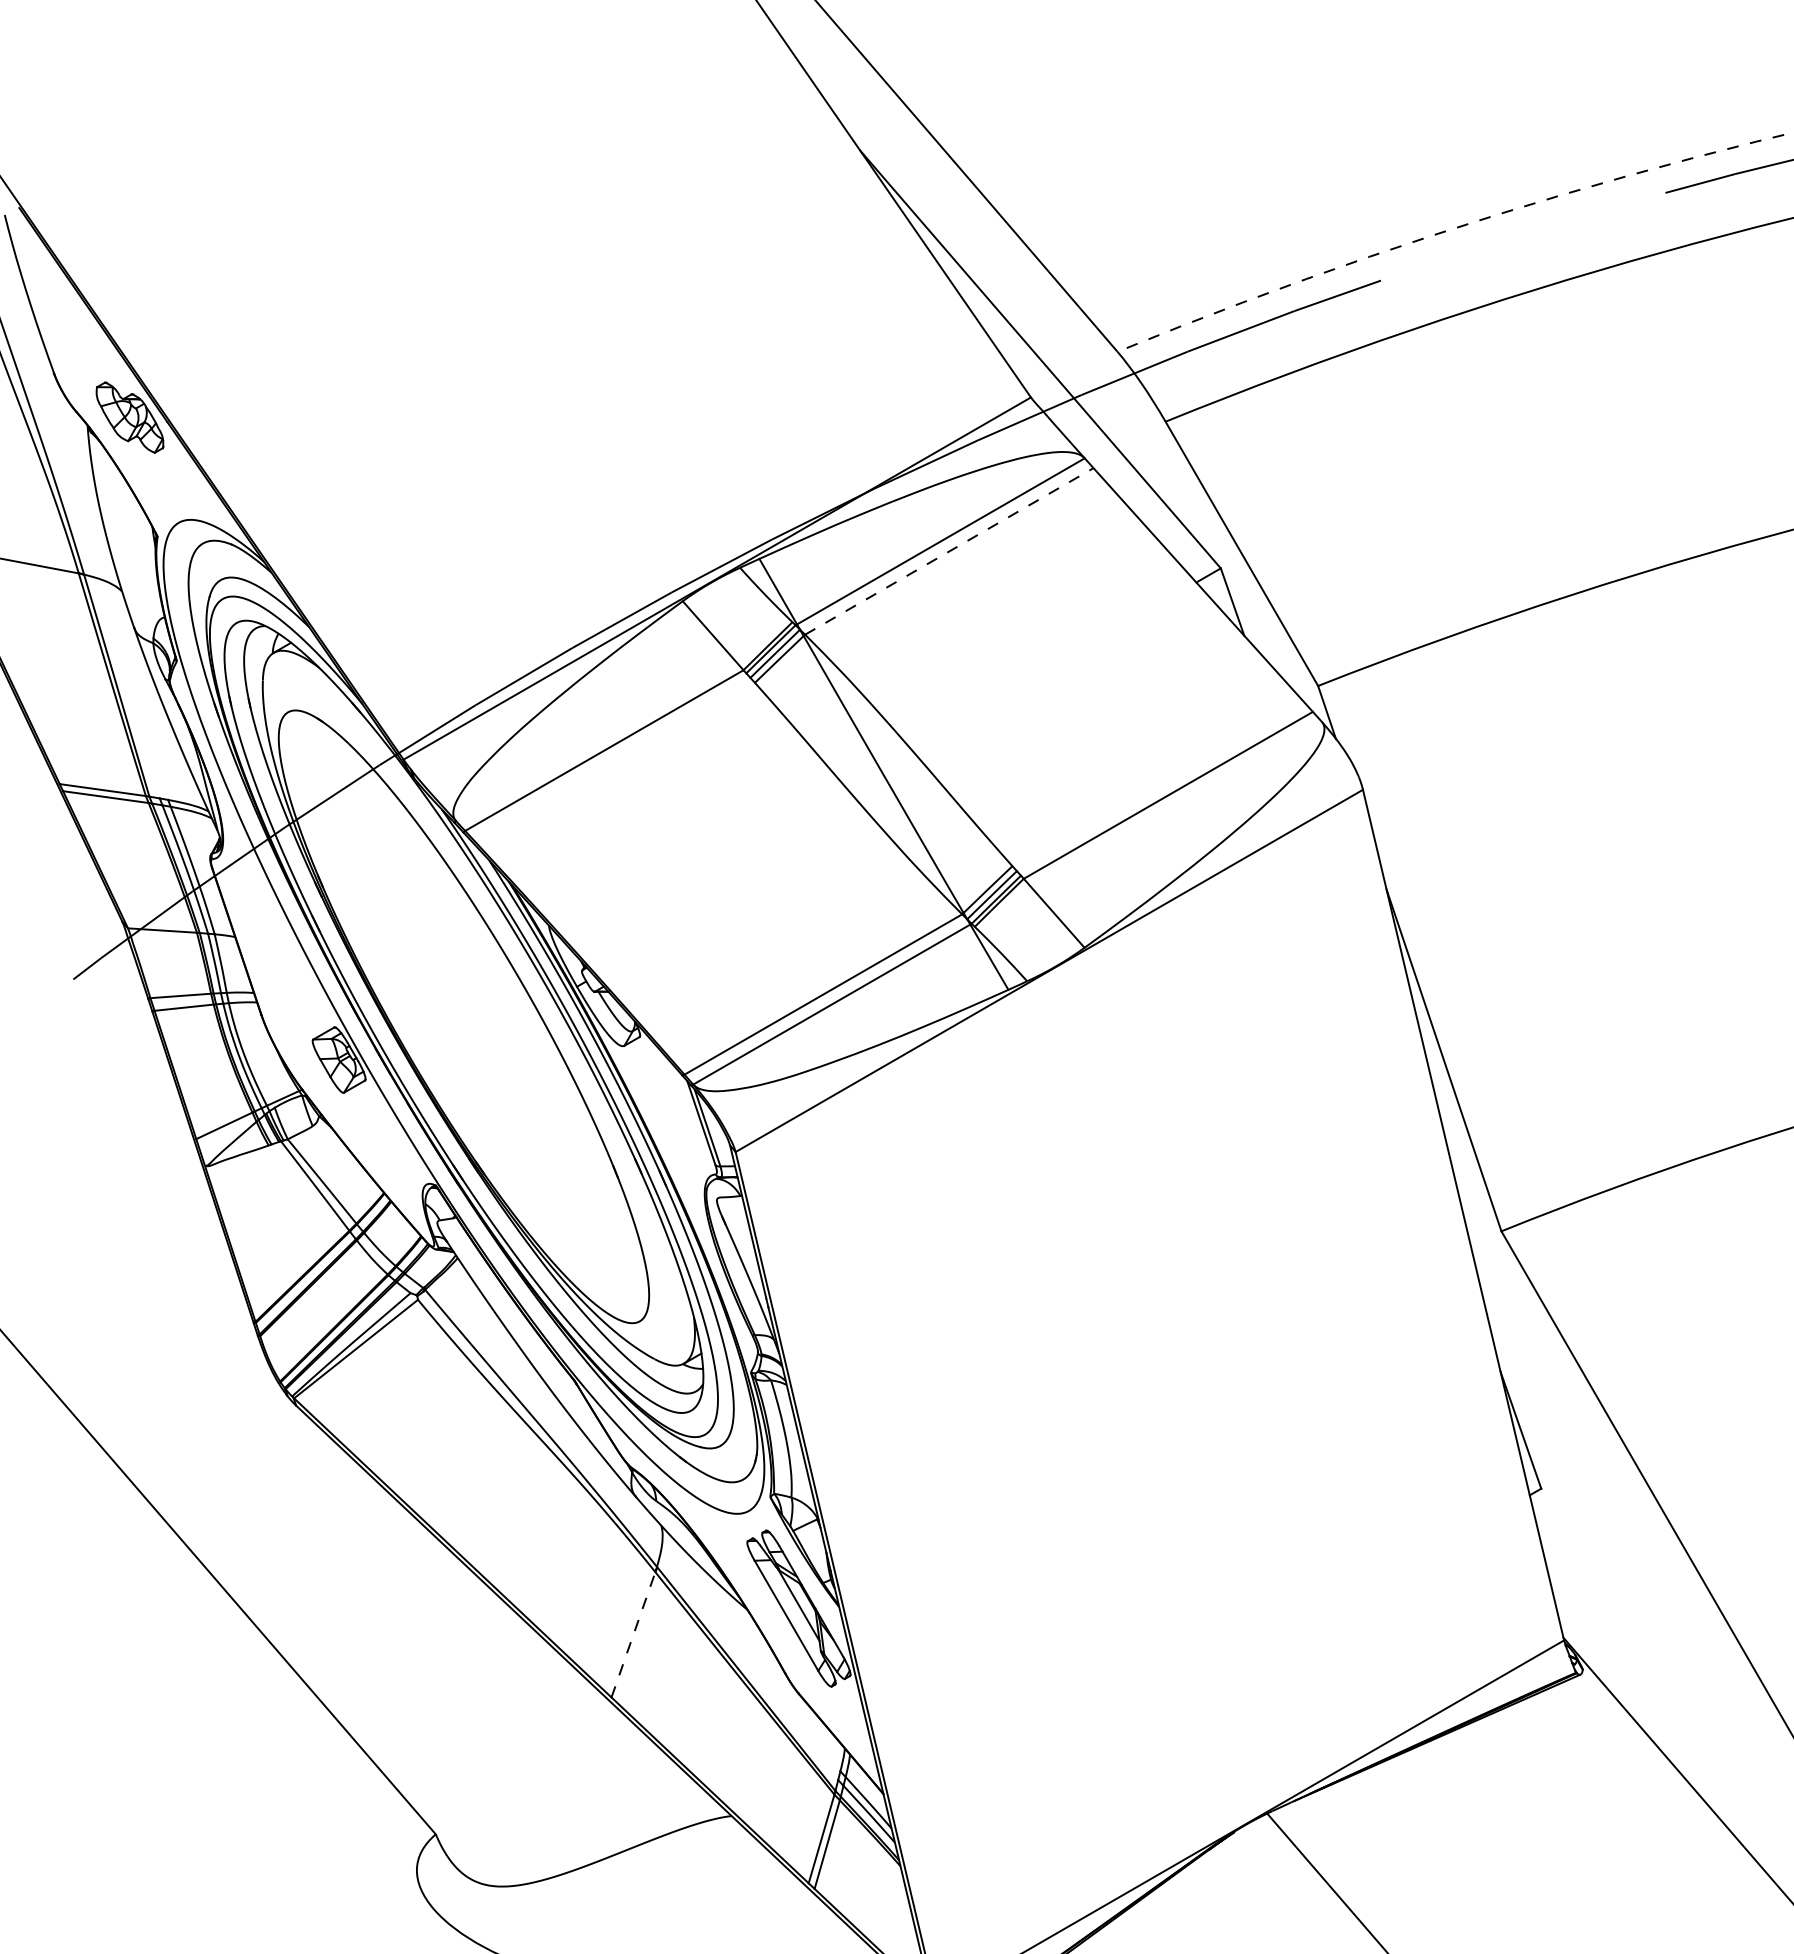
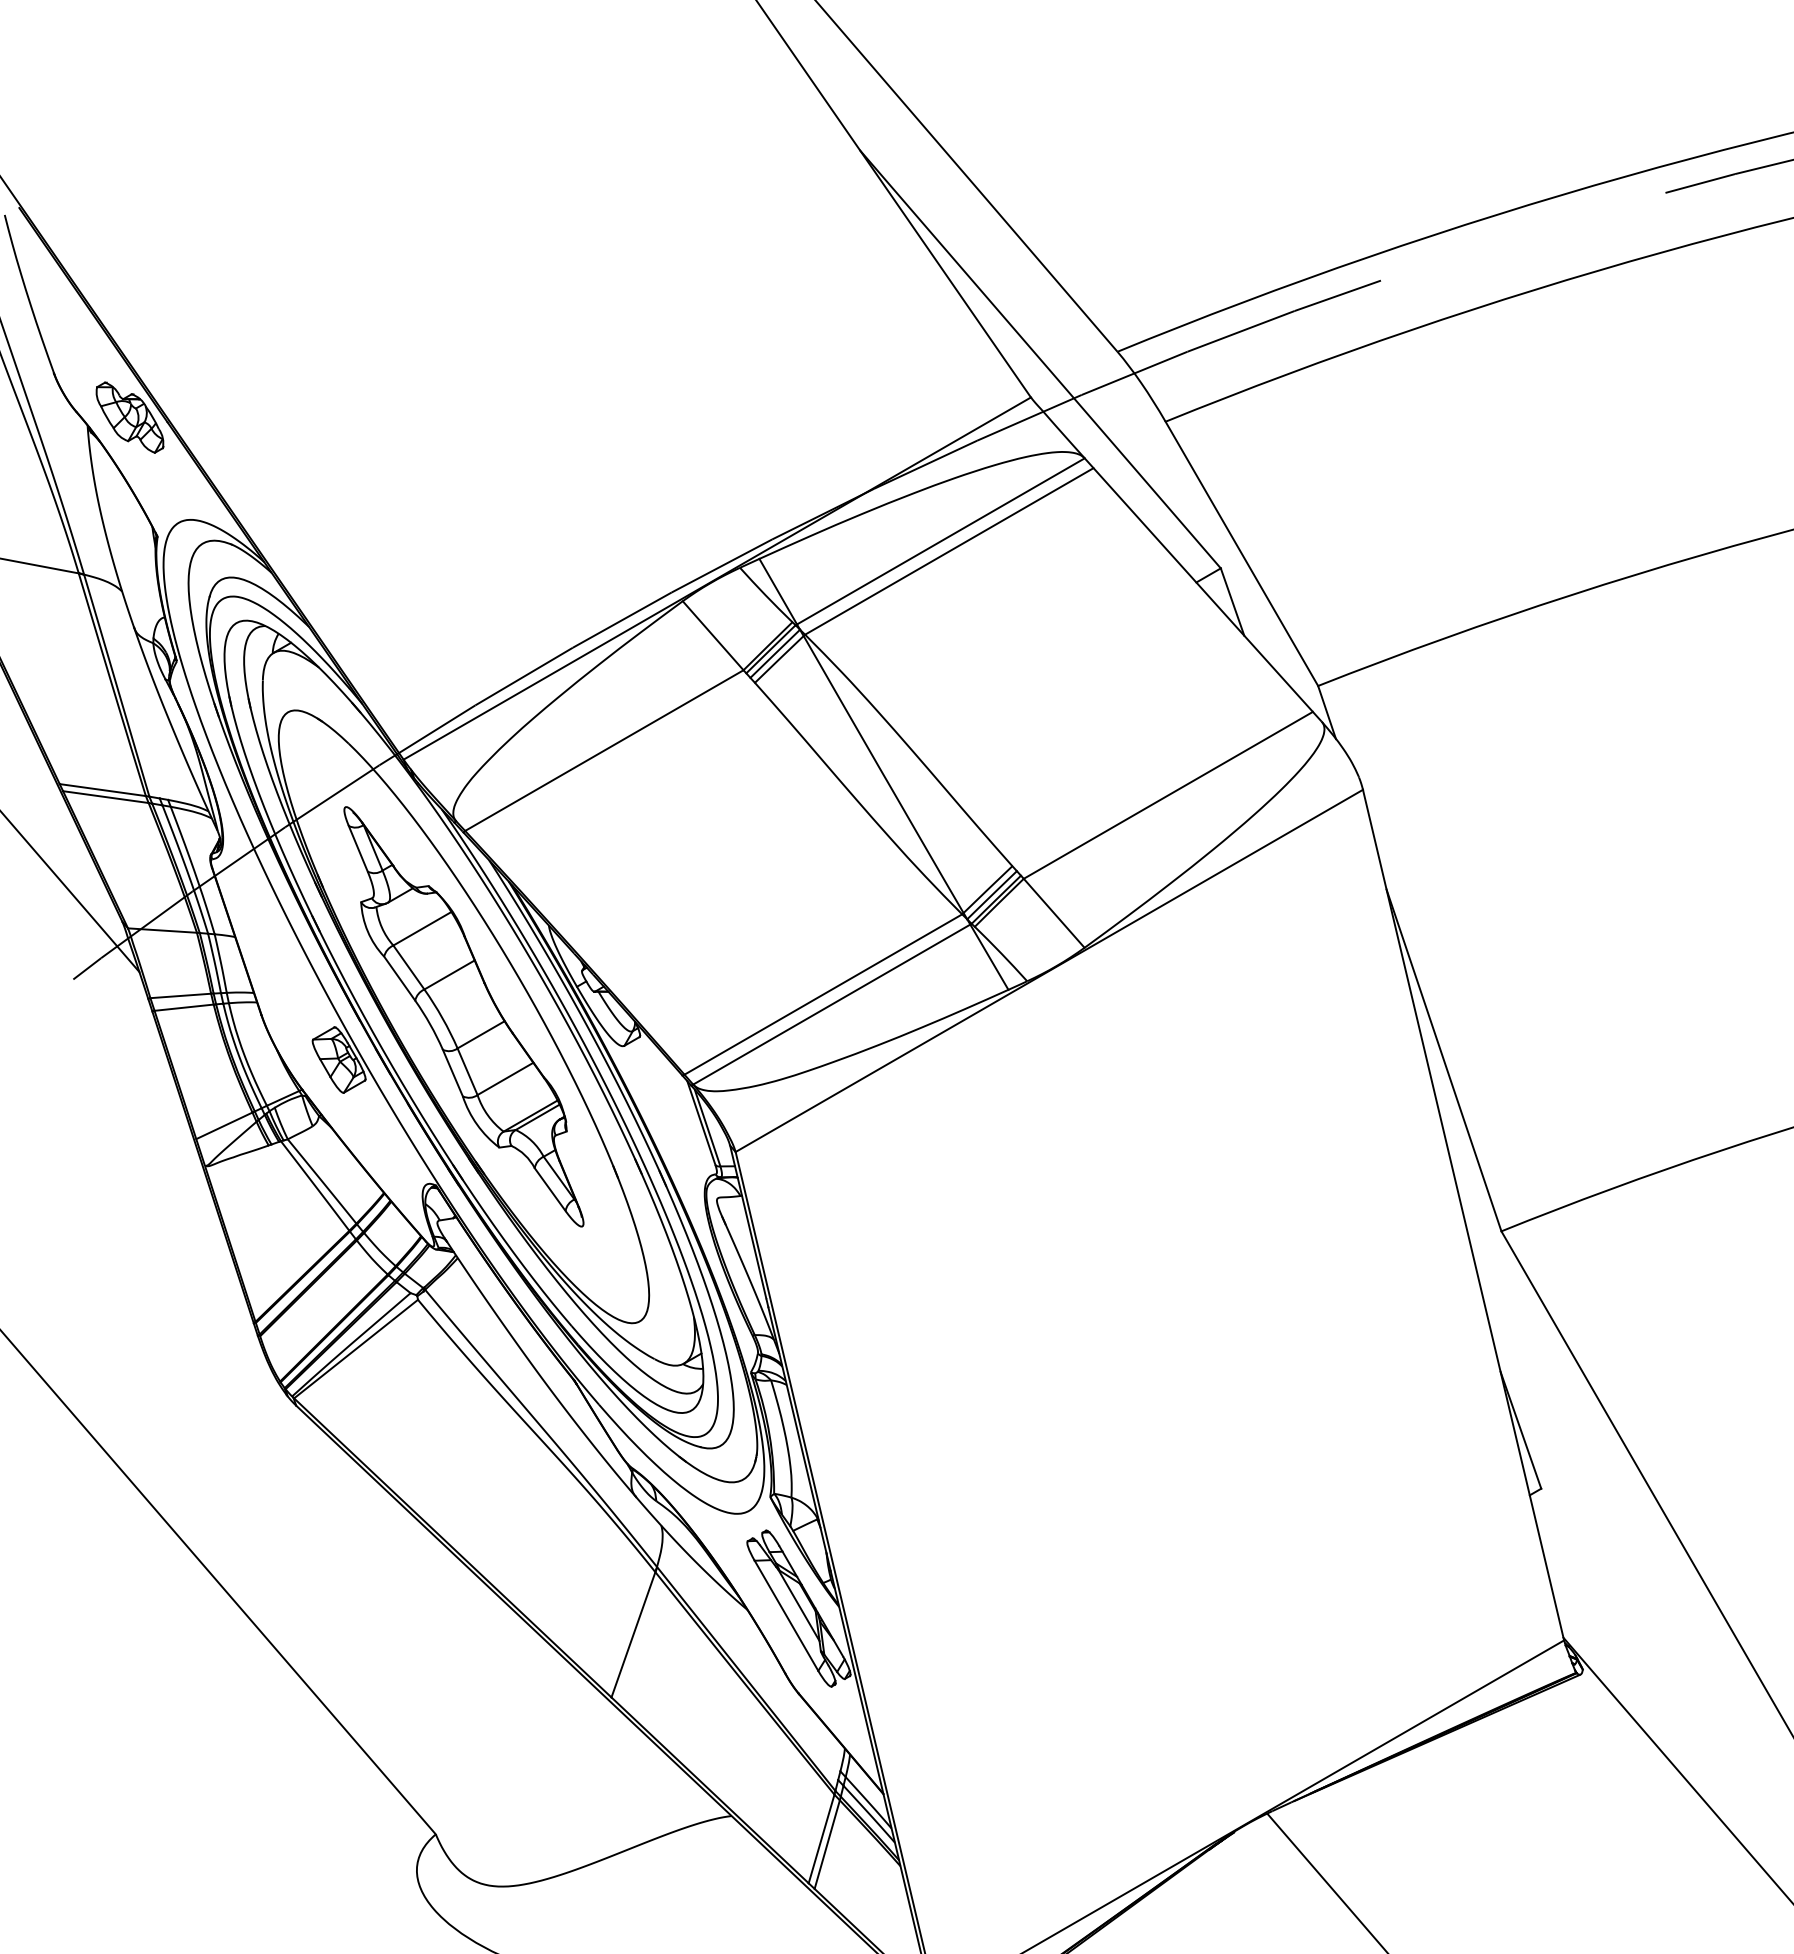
arc at (1451, 229): dashed -> solid
line at (949, 551): dashed -> solid
line at (70, 892): none -> present
part at (463, 1016): none -> present
line at (633, 1634): dashed -> solid
